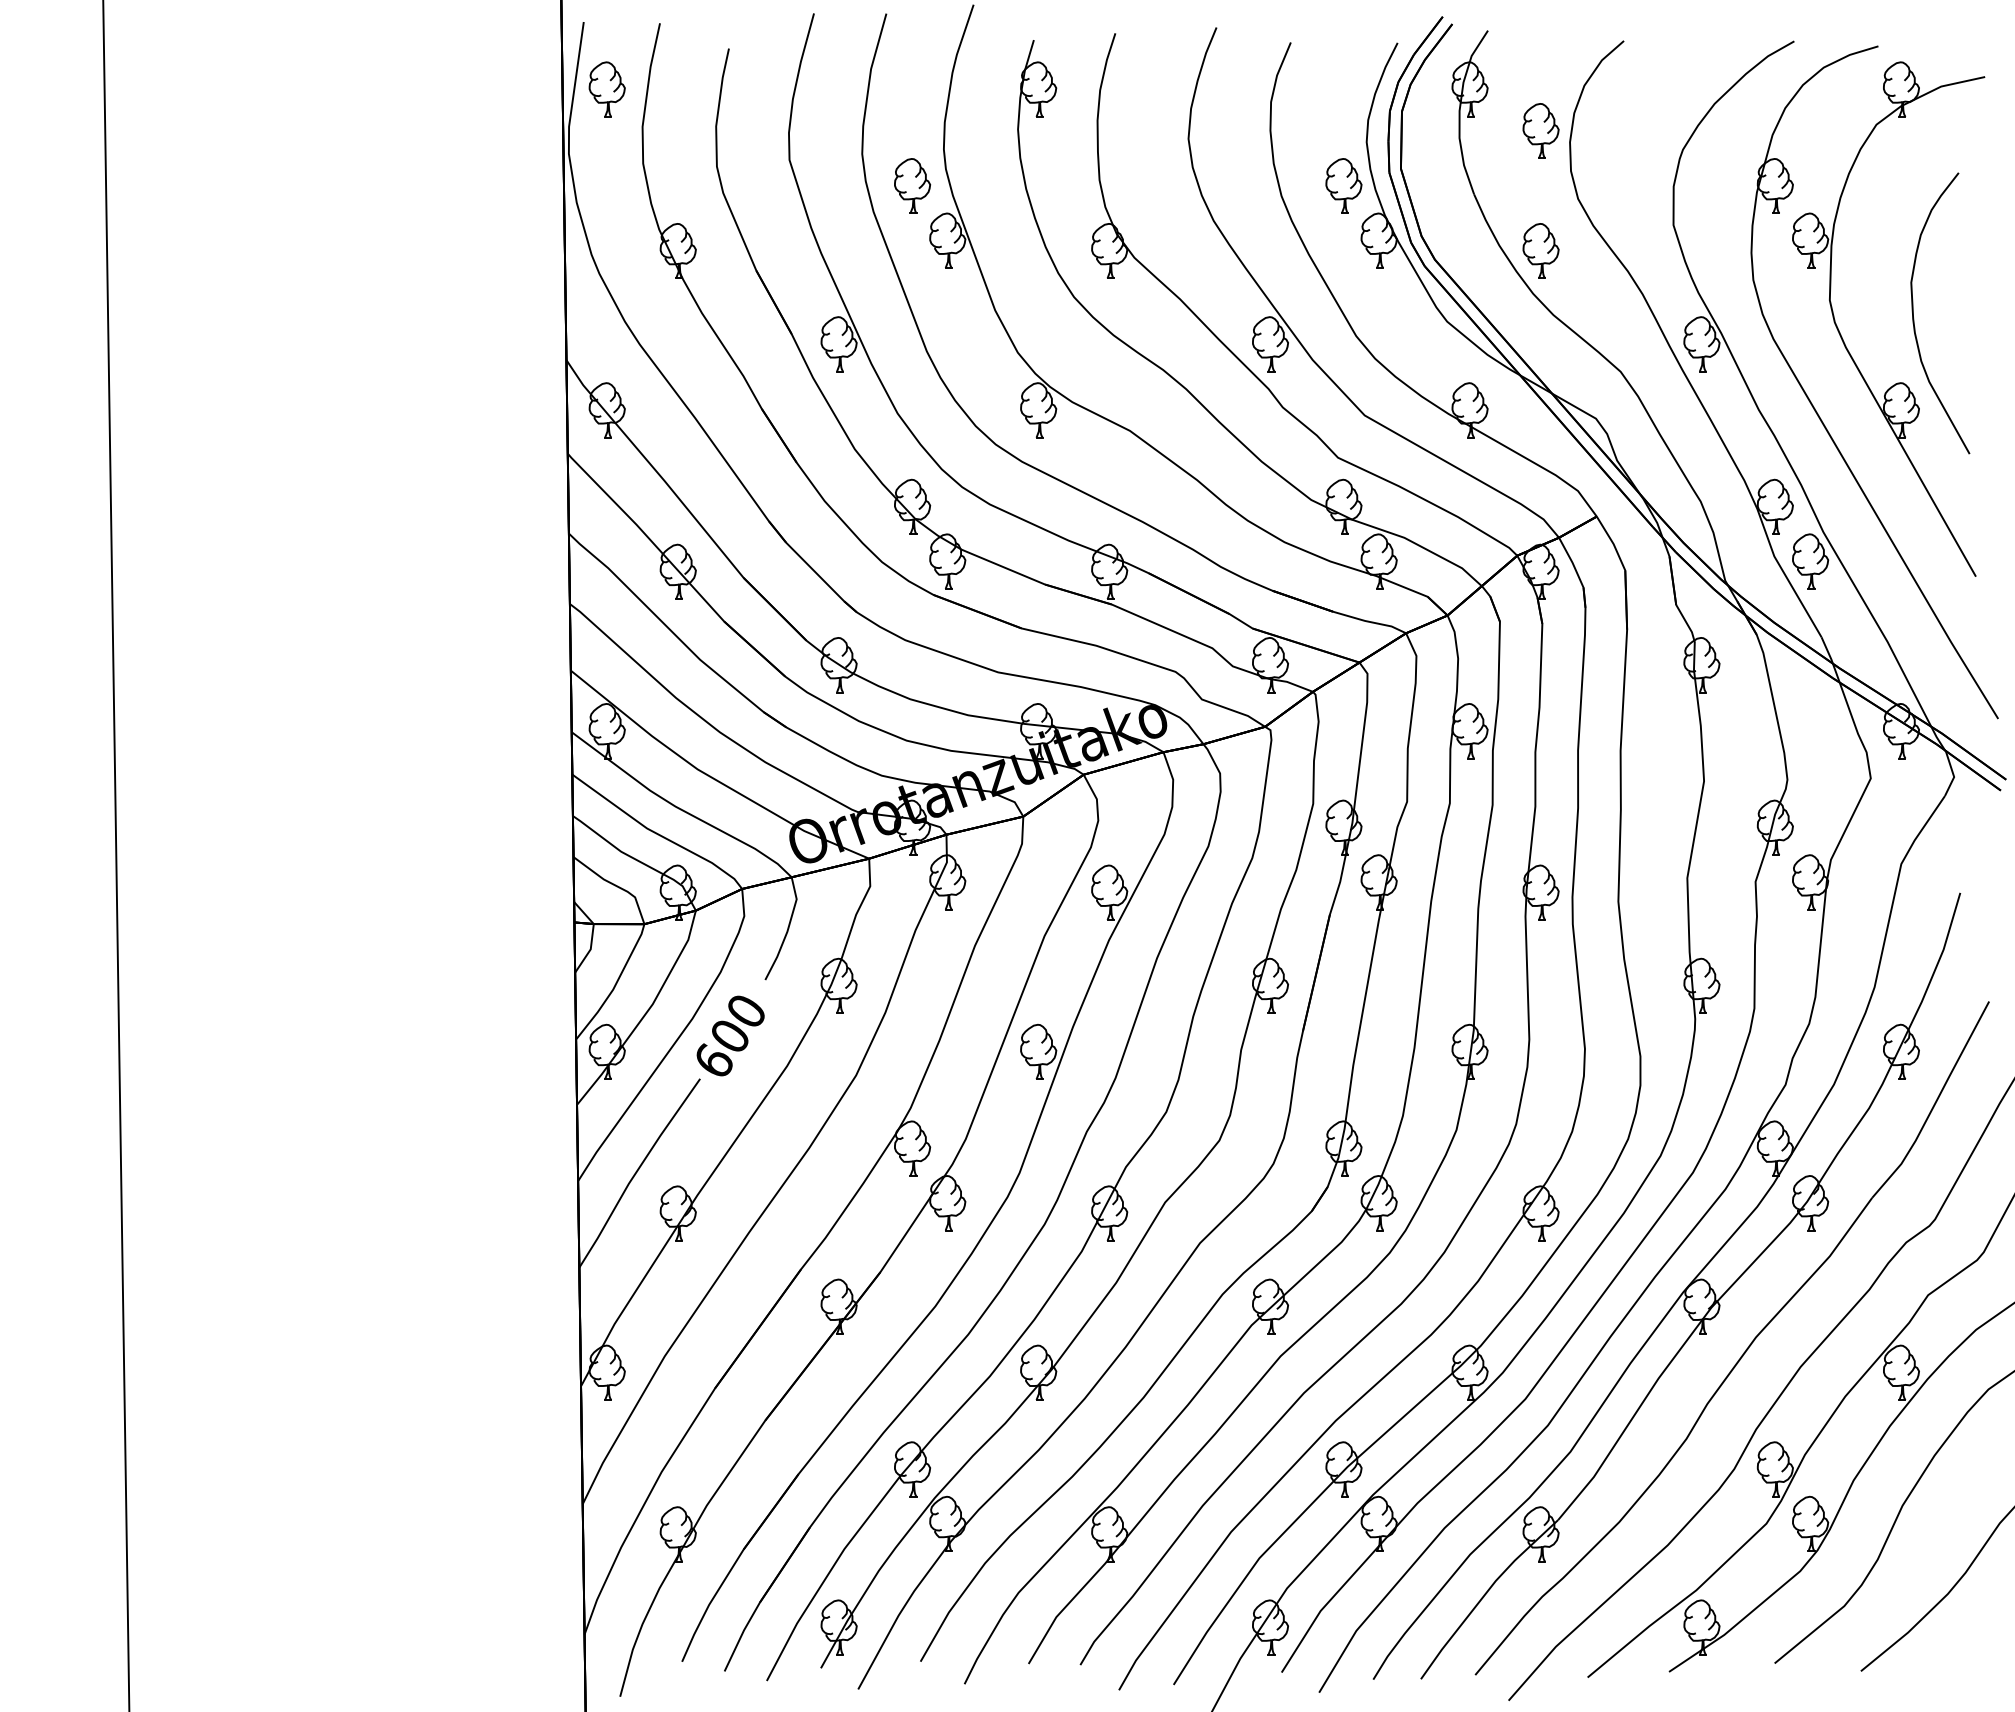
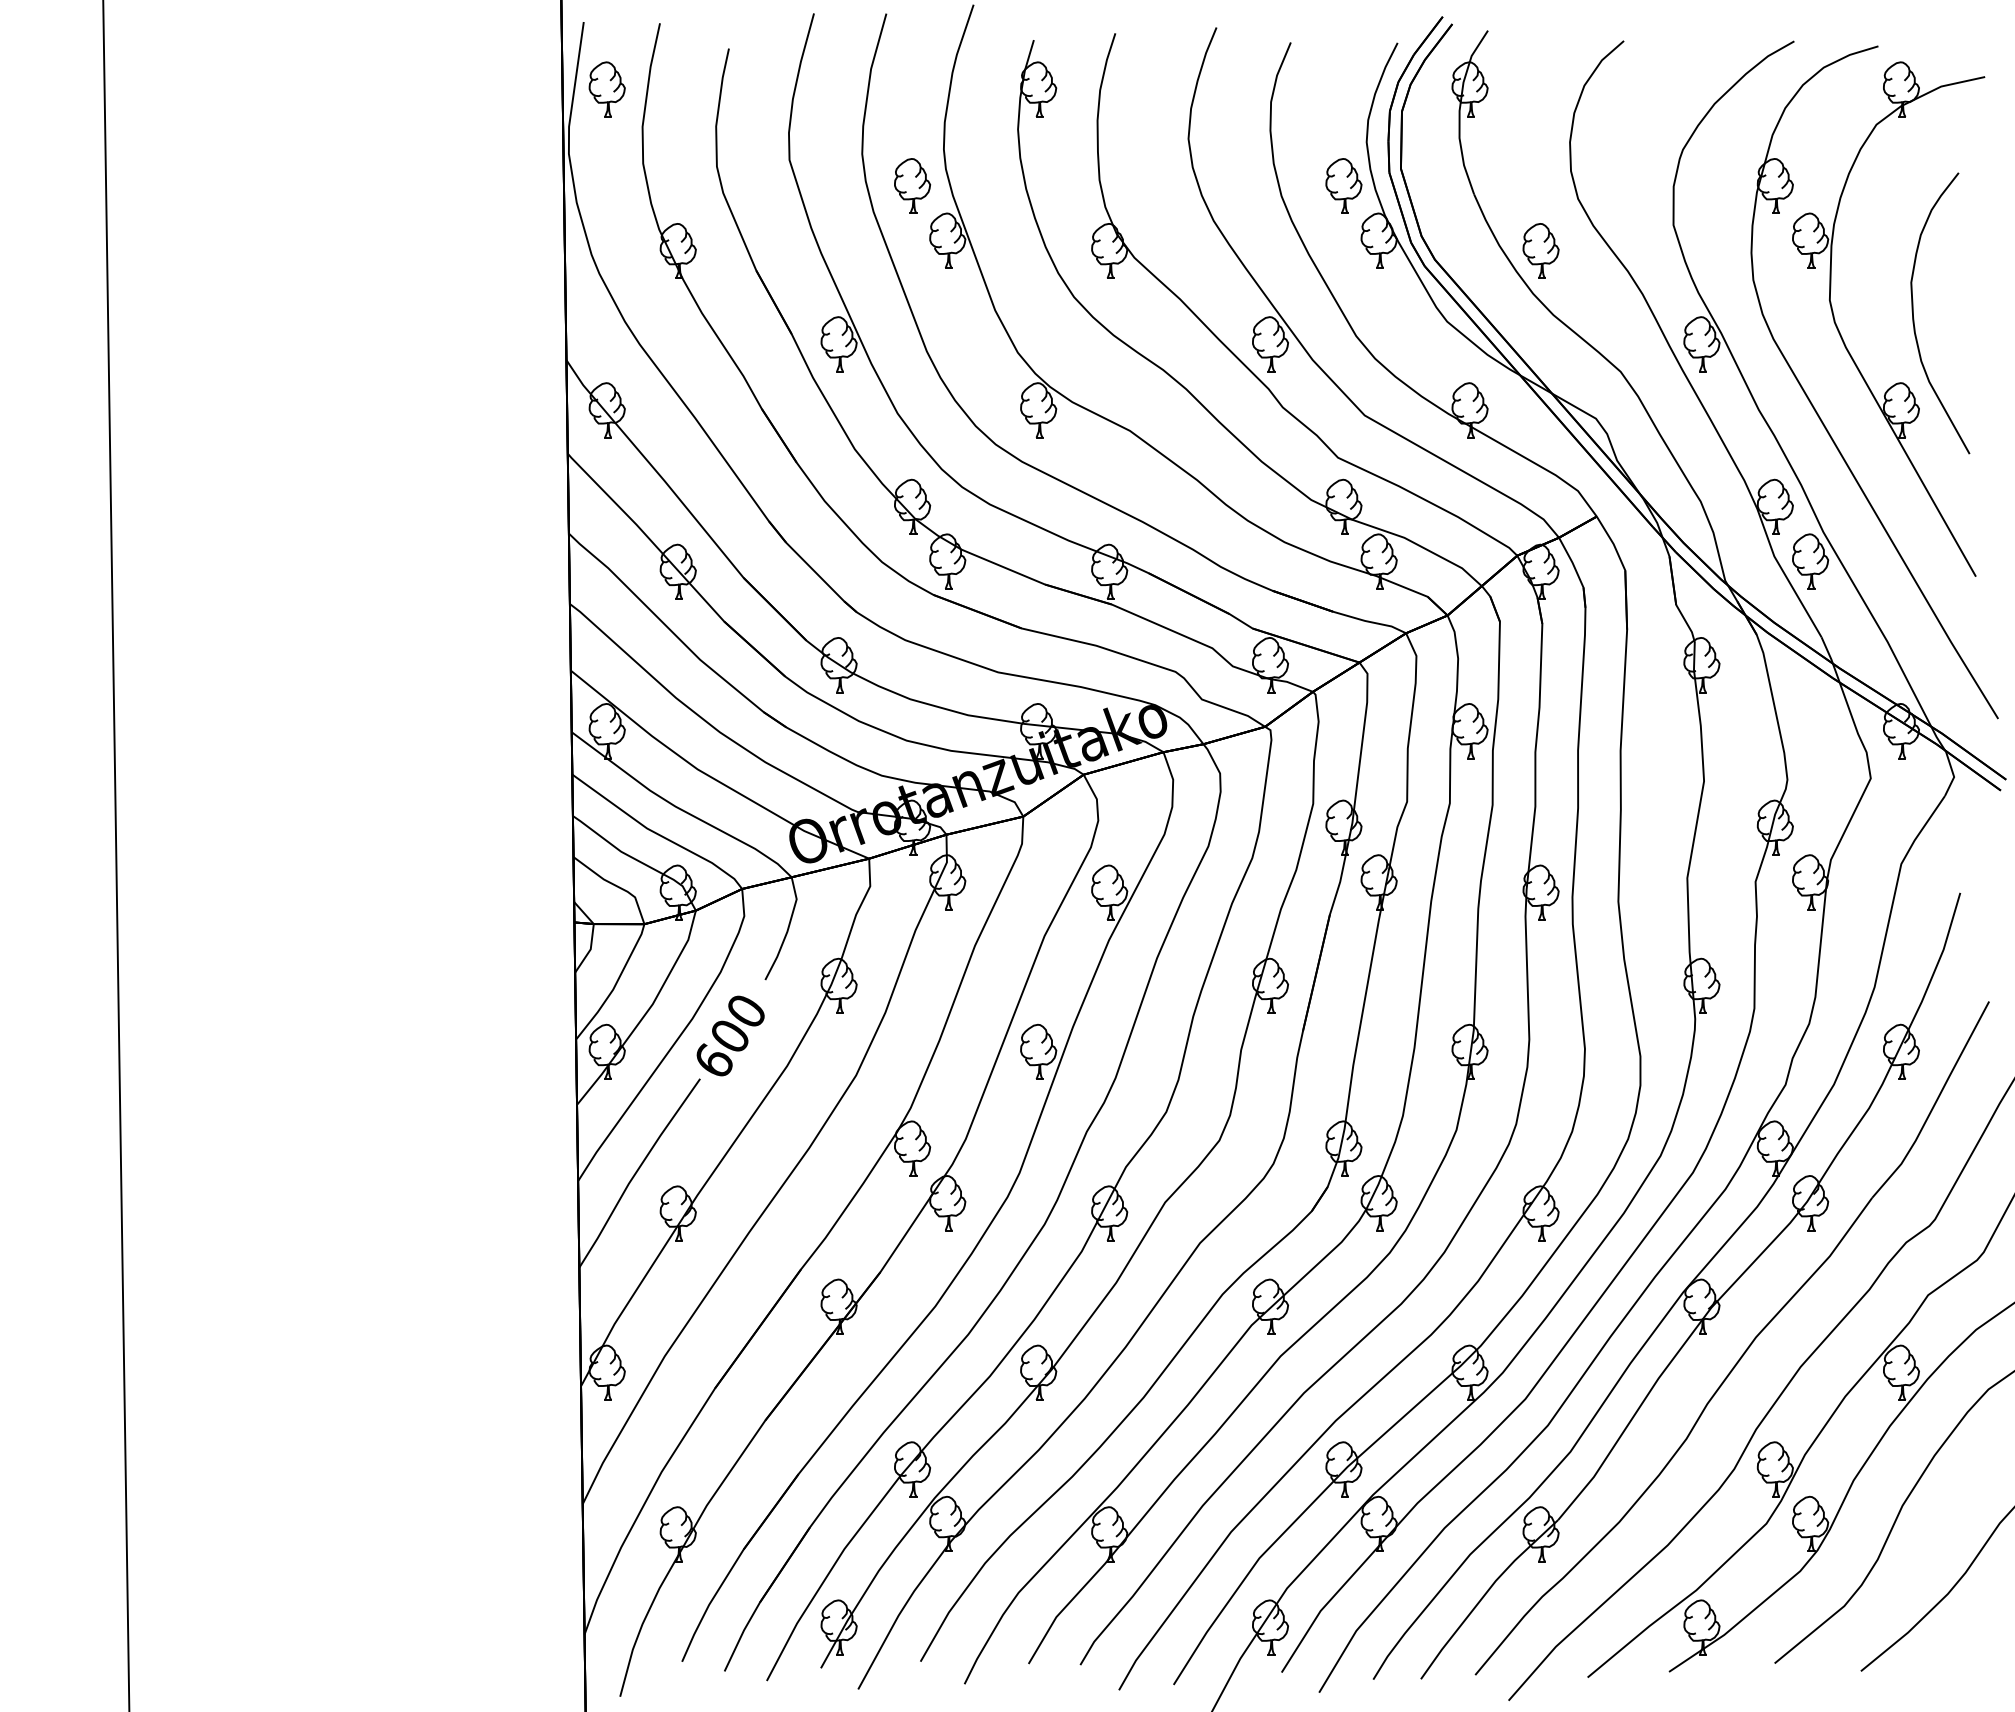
part at (1540, 130): present -> none
